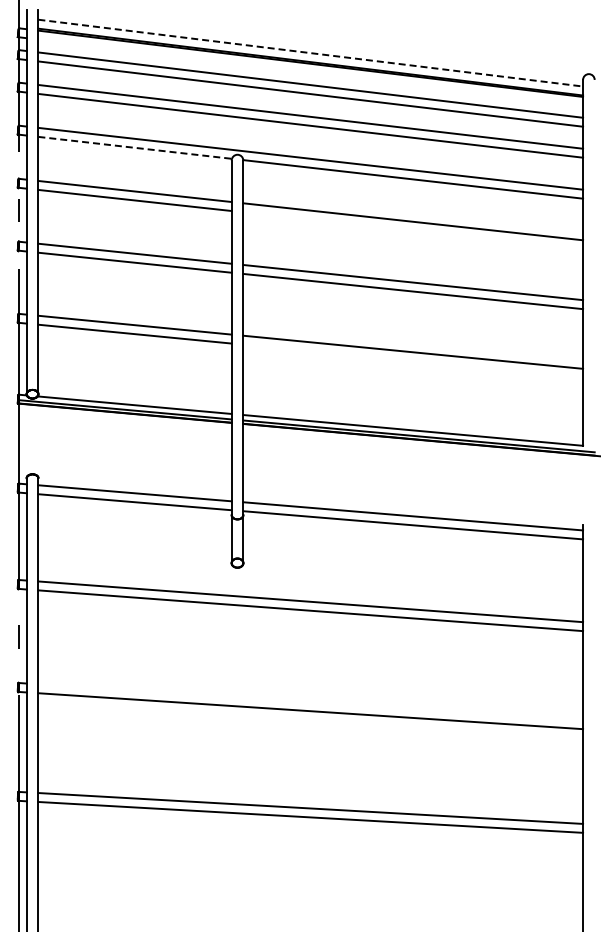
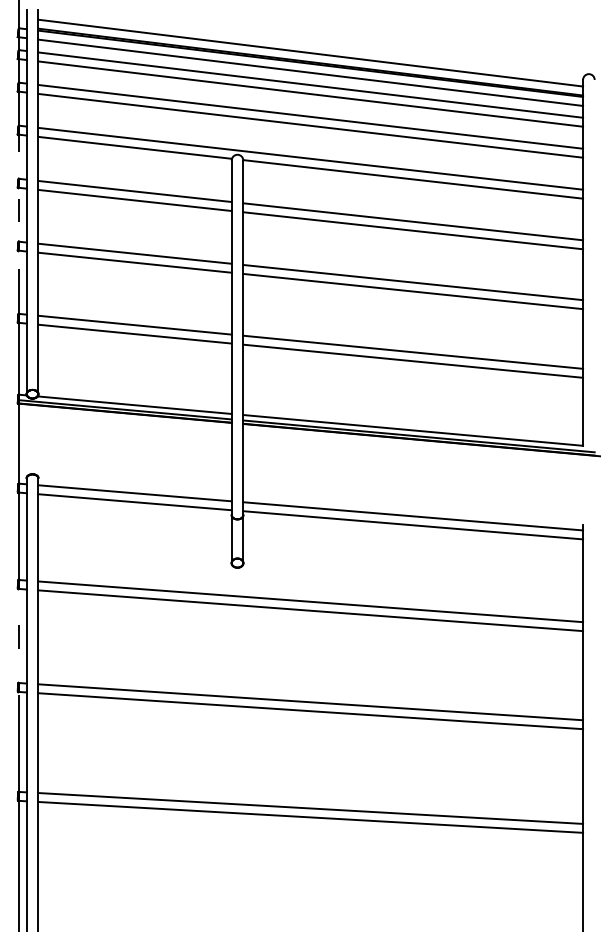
line at (311, 53): dashed -> solid
line at (310, 72): none -> present
line at (135, 147): dashed -> solid
line at (413, 230): none -> present
line at (413, 360): none -> present
line at (310, 702): none -> present
